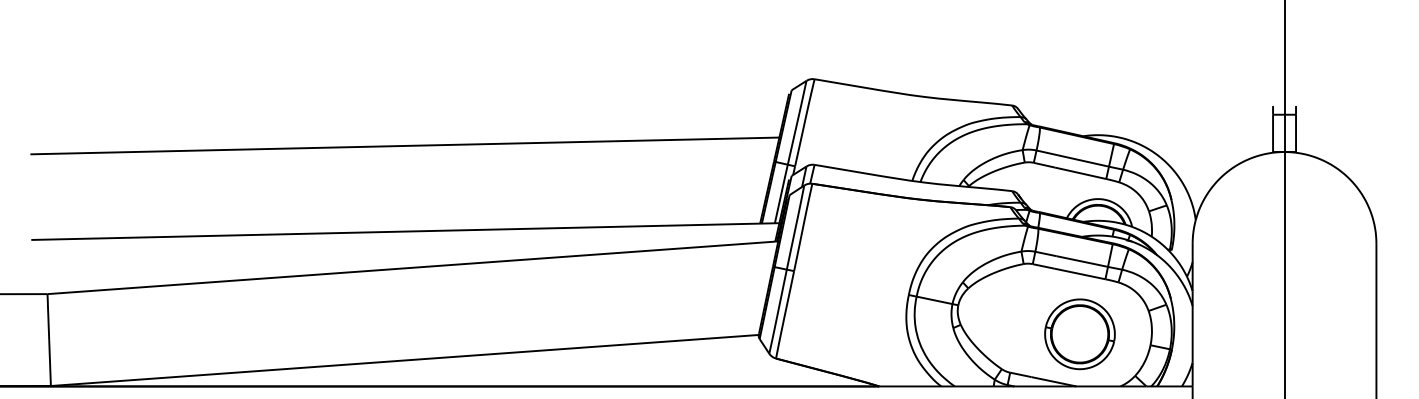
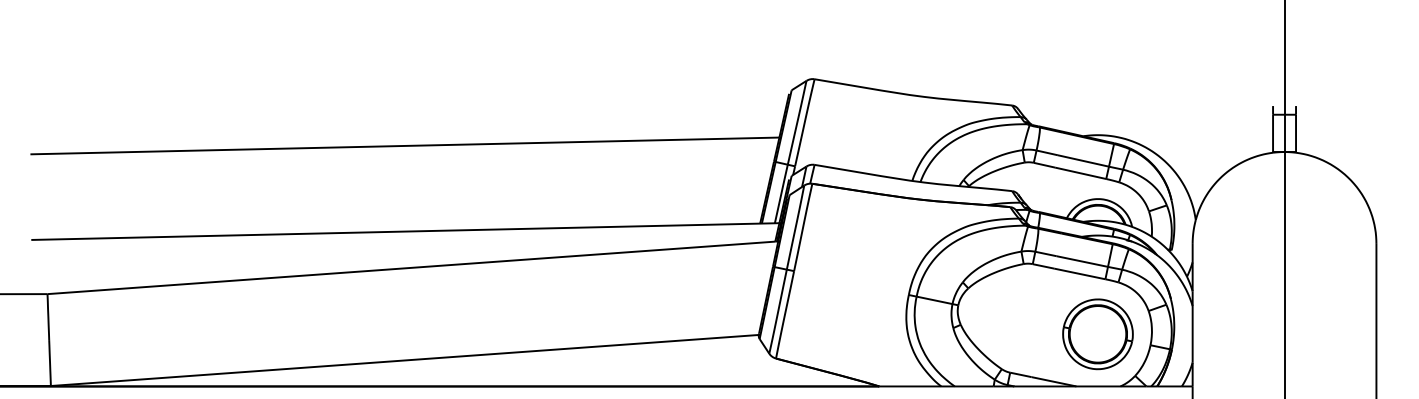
part at (1079, 334) position: (1079, 334) -> (1097, 334)
